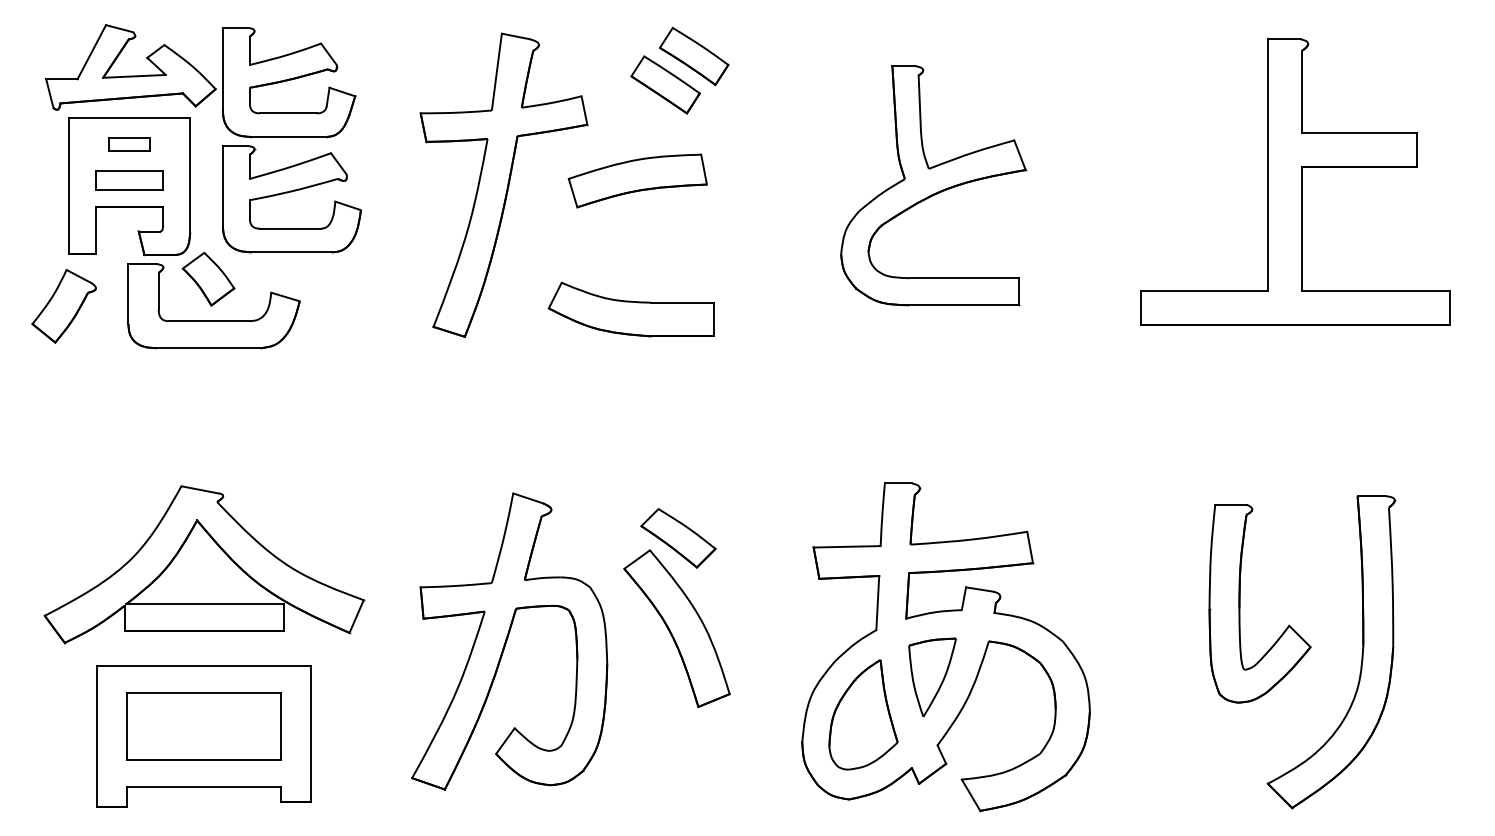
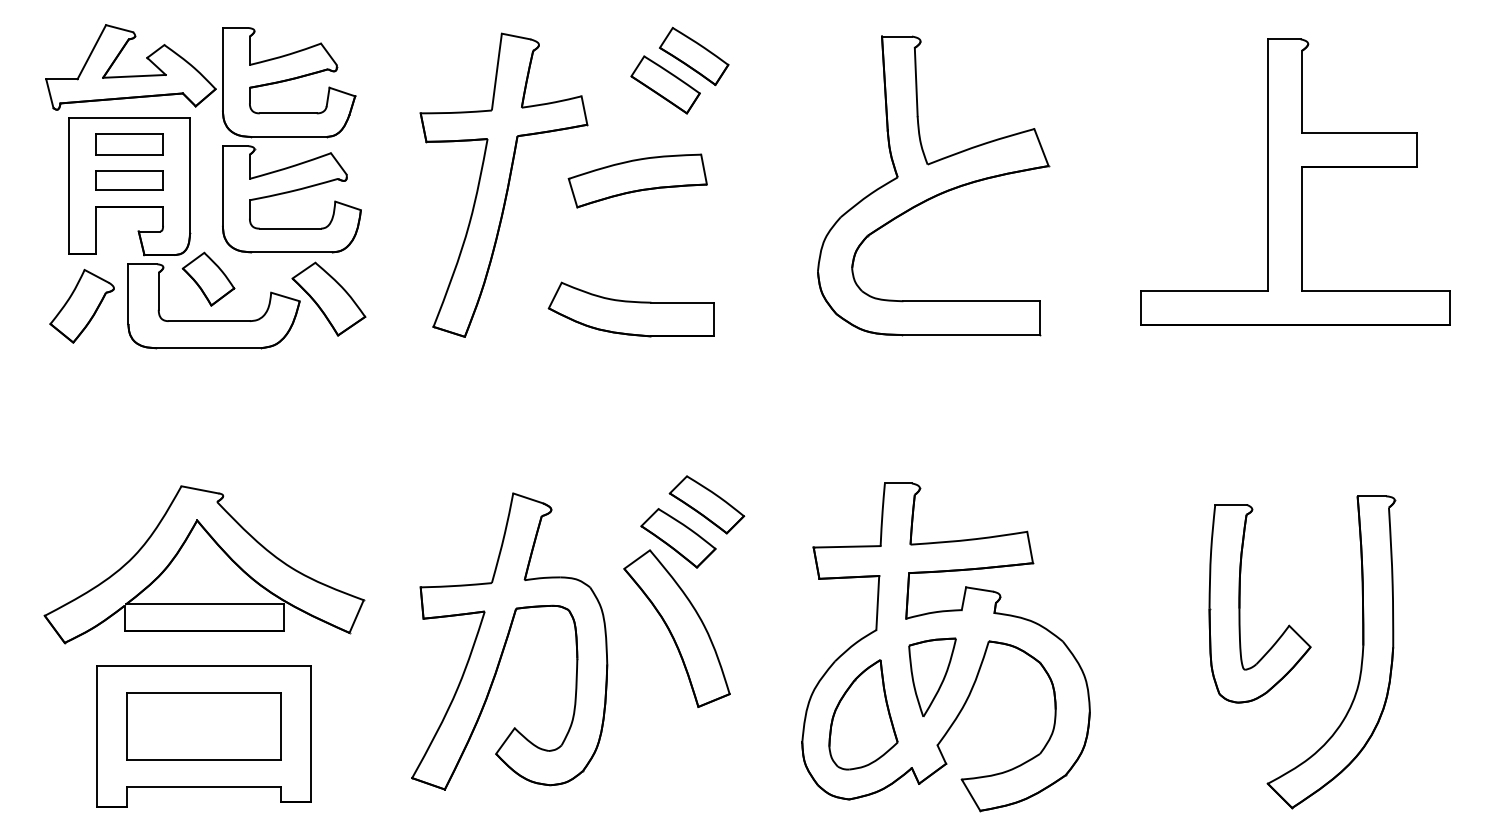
part at (129, 144) size: 43x15 px -> 69x23 px
part at (933, 185) size: 188x242 px -> 234x302 px
part at (328, 298): none -> present
part at (63, 305) position: (63, 305) -> (81, 305)
part at (706, 504): none -> present
